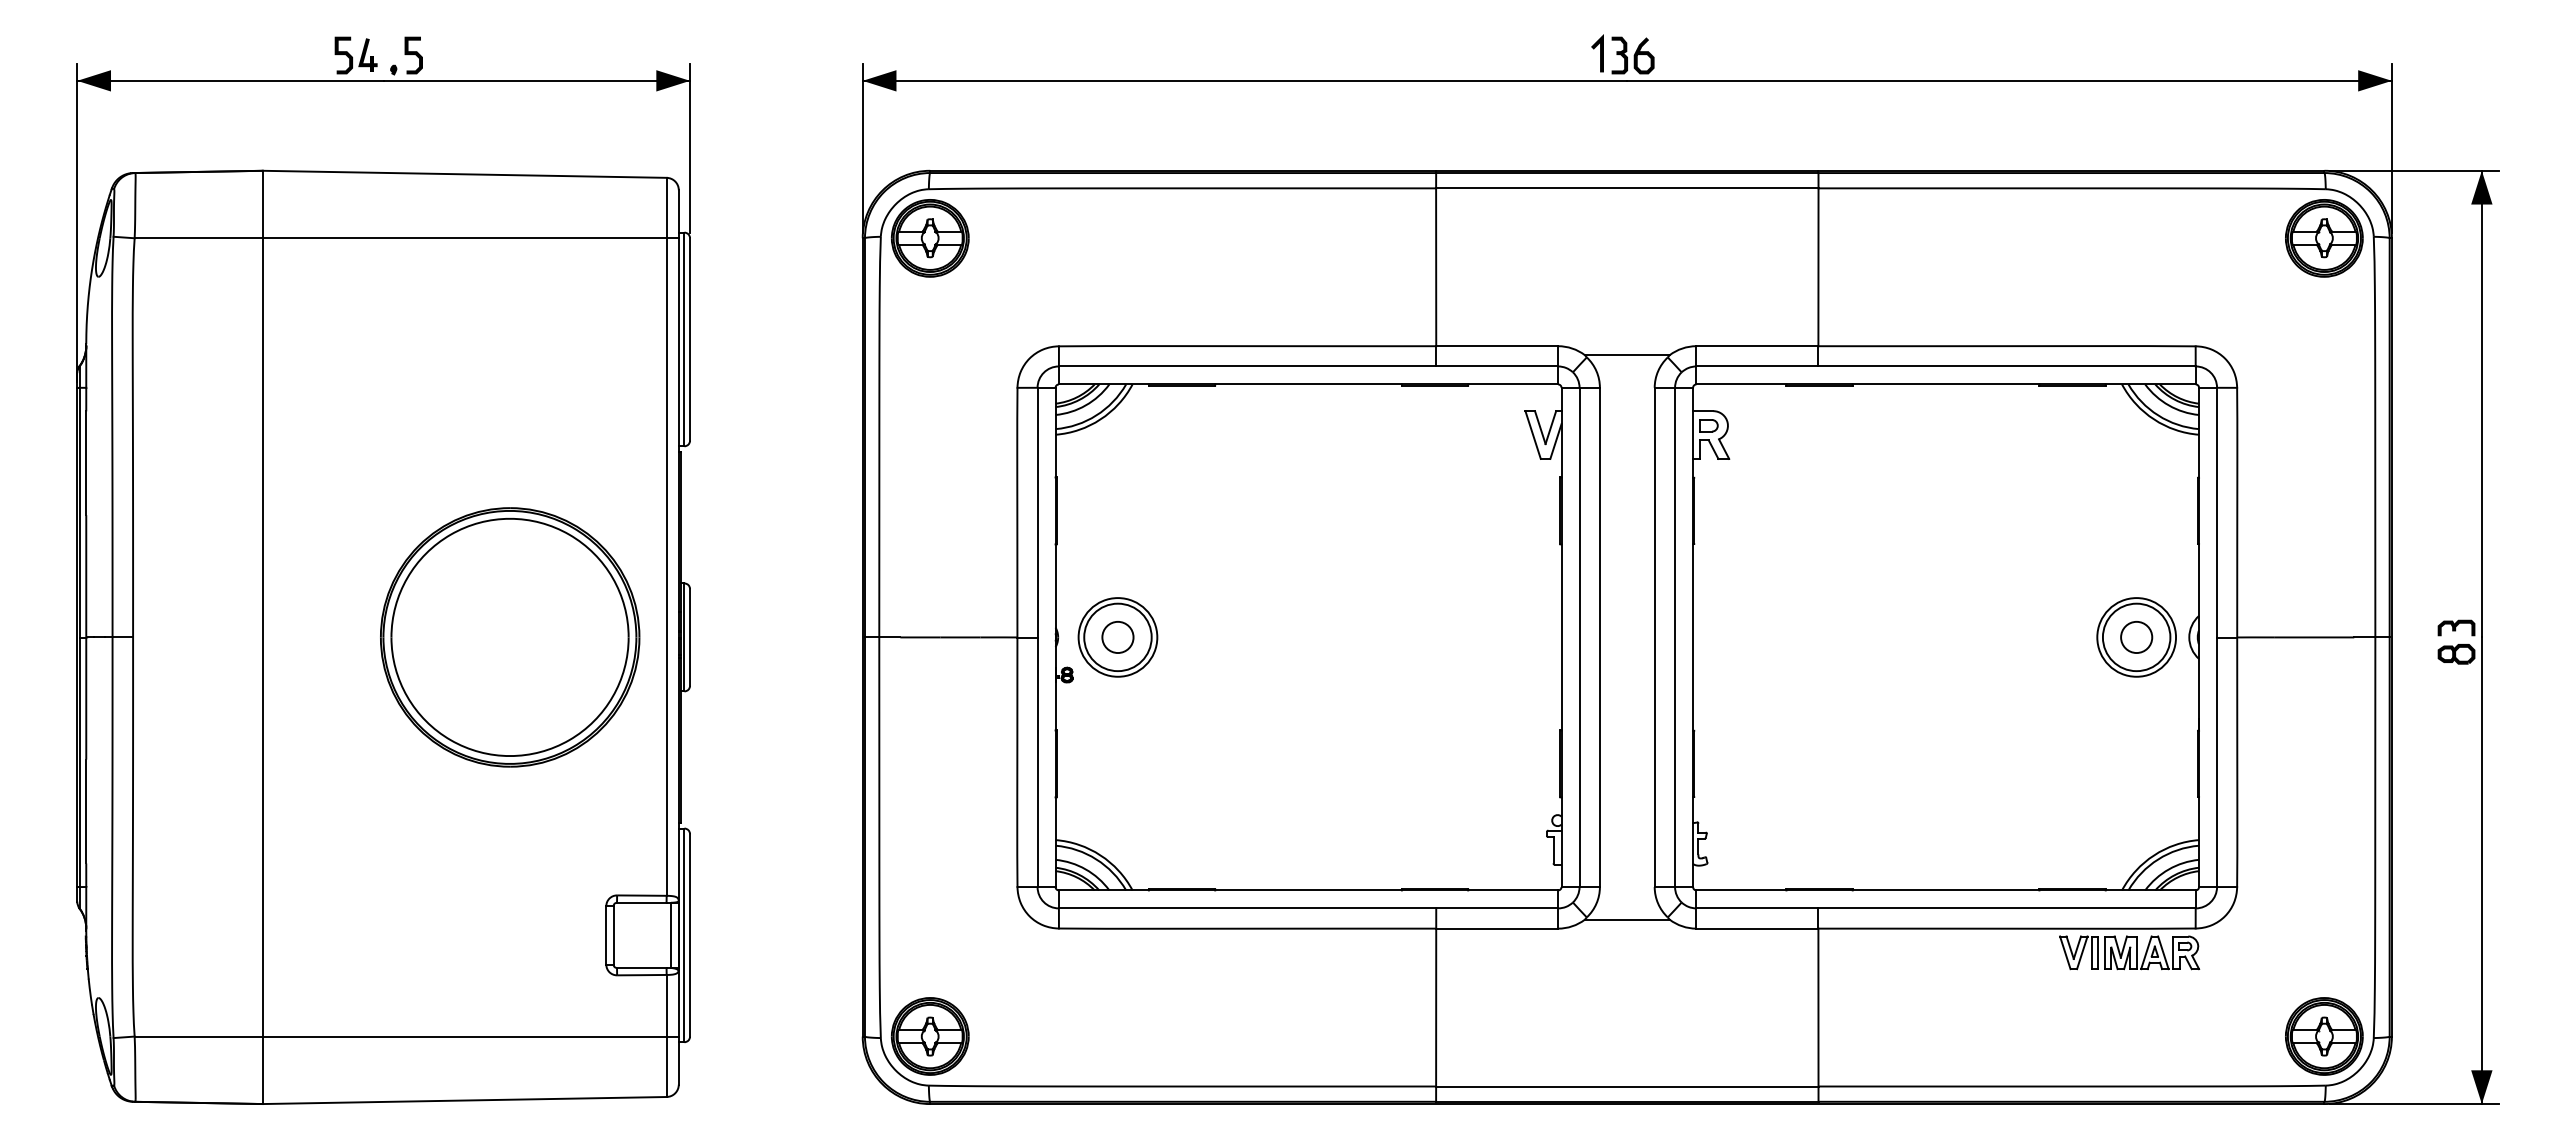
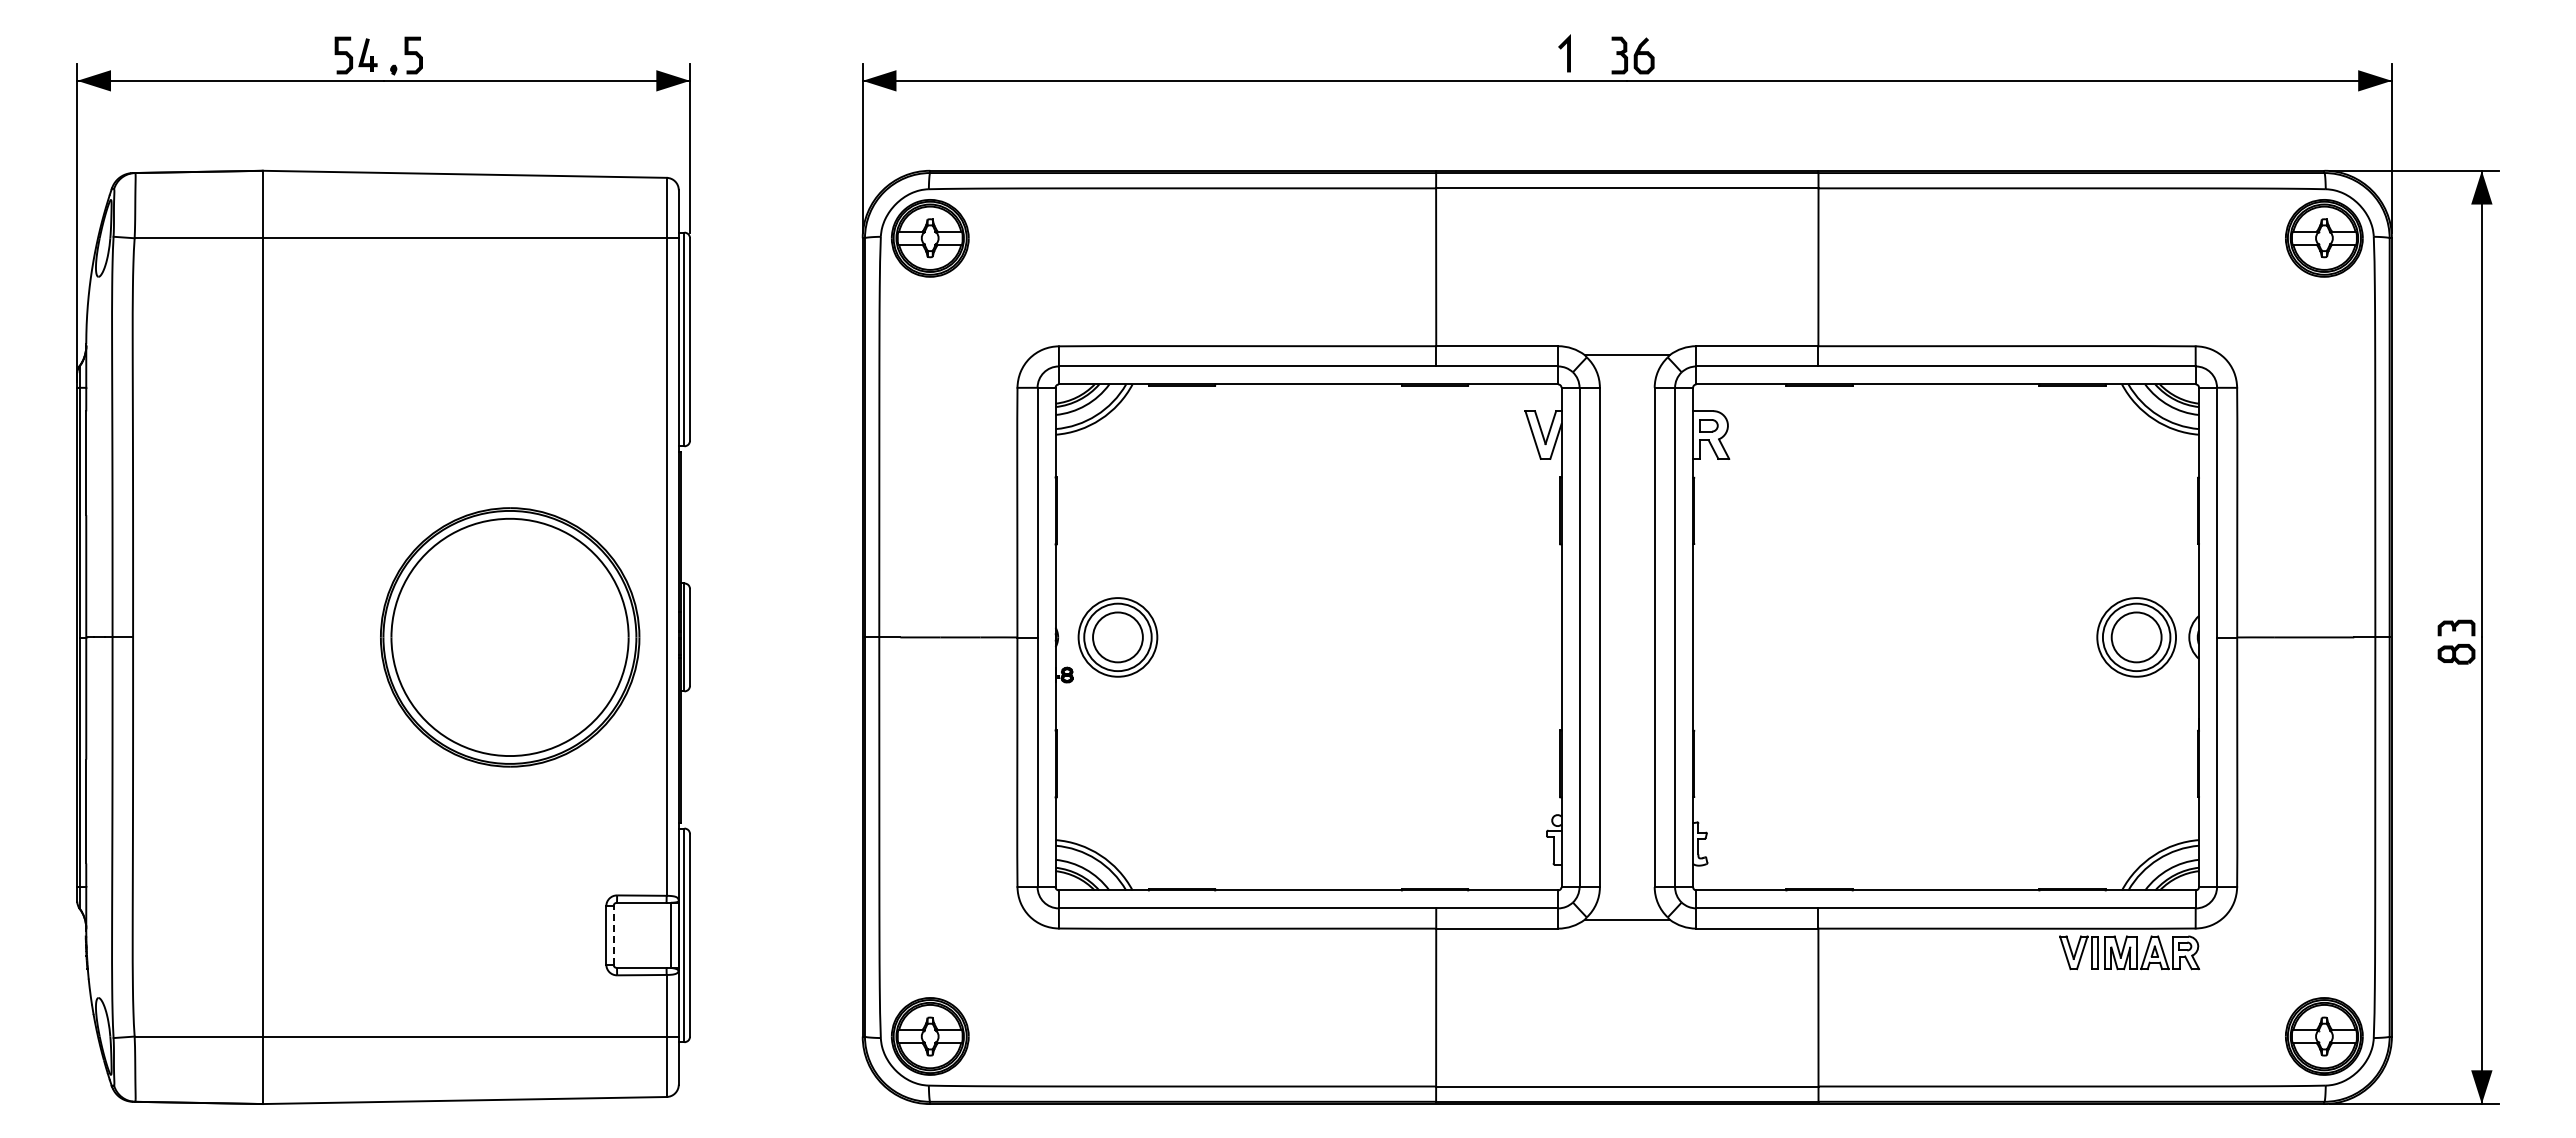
line at (1600, 53) position: (1600, 53) -> (1567, 53)
circle at (1117, 637) diameter: 31 px -> 50 px
circle at (2136, 637) diameter: 31 px -> 50 px
line at (613, 934): solid -> dashed
